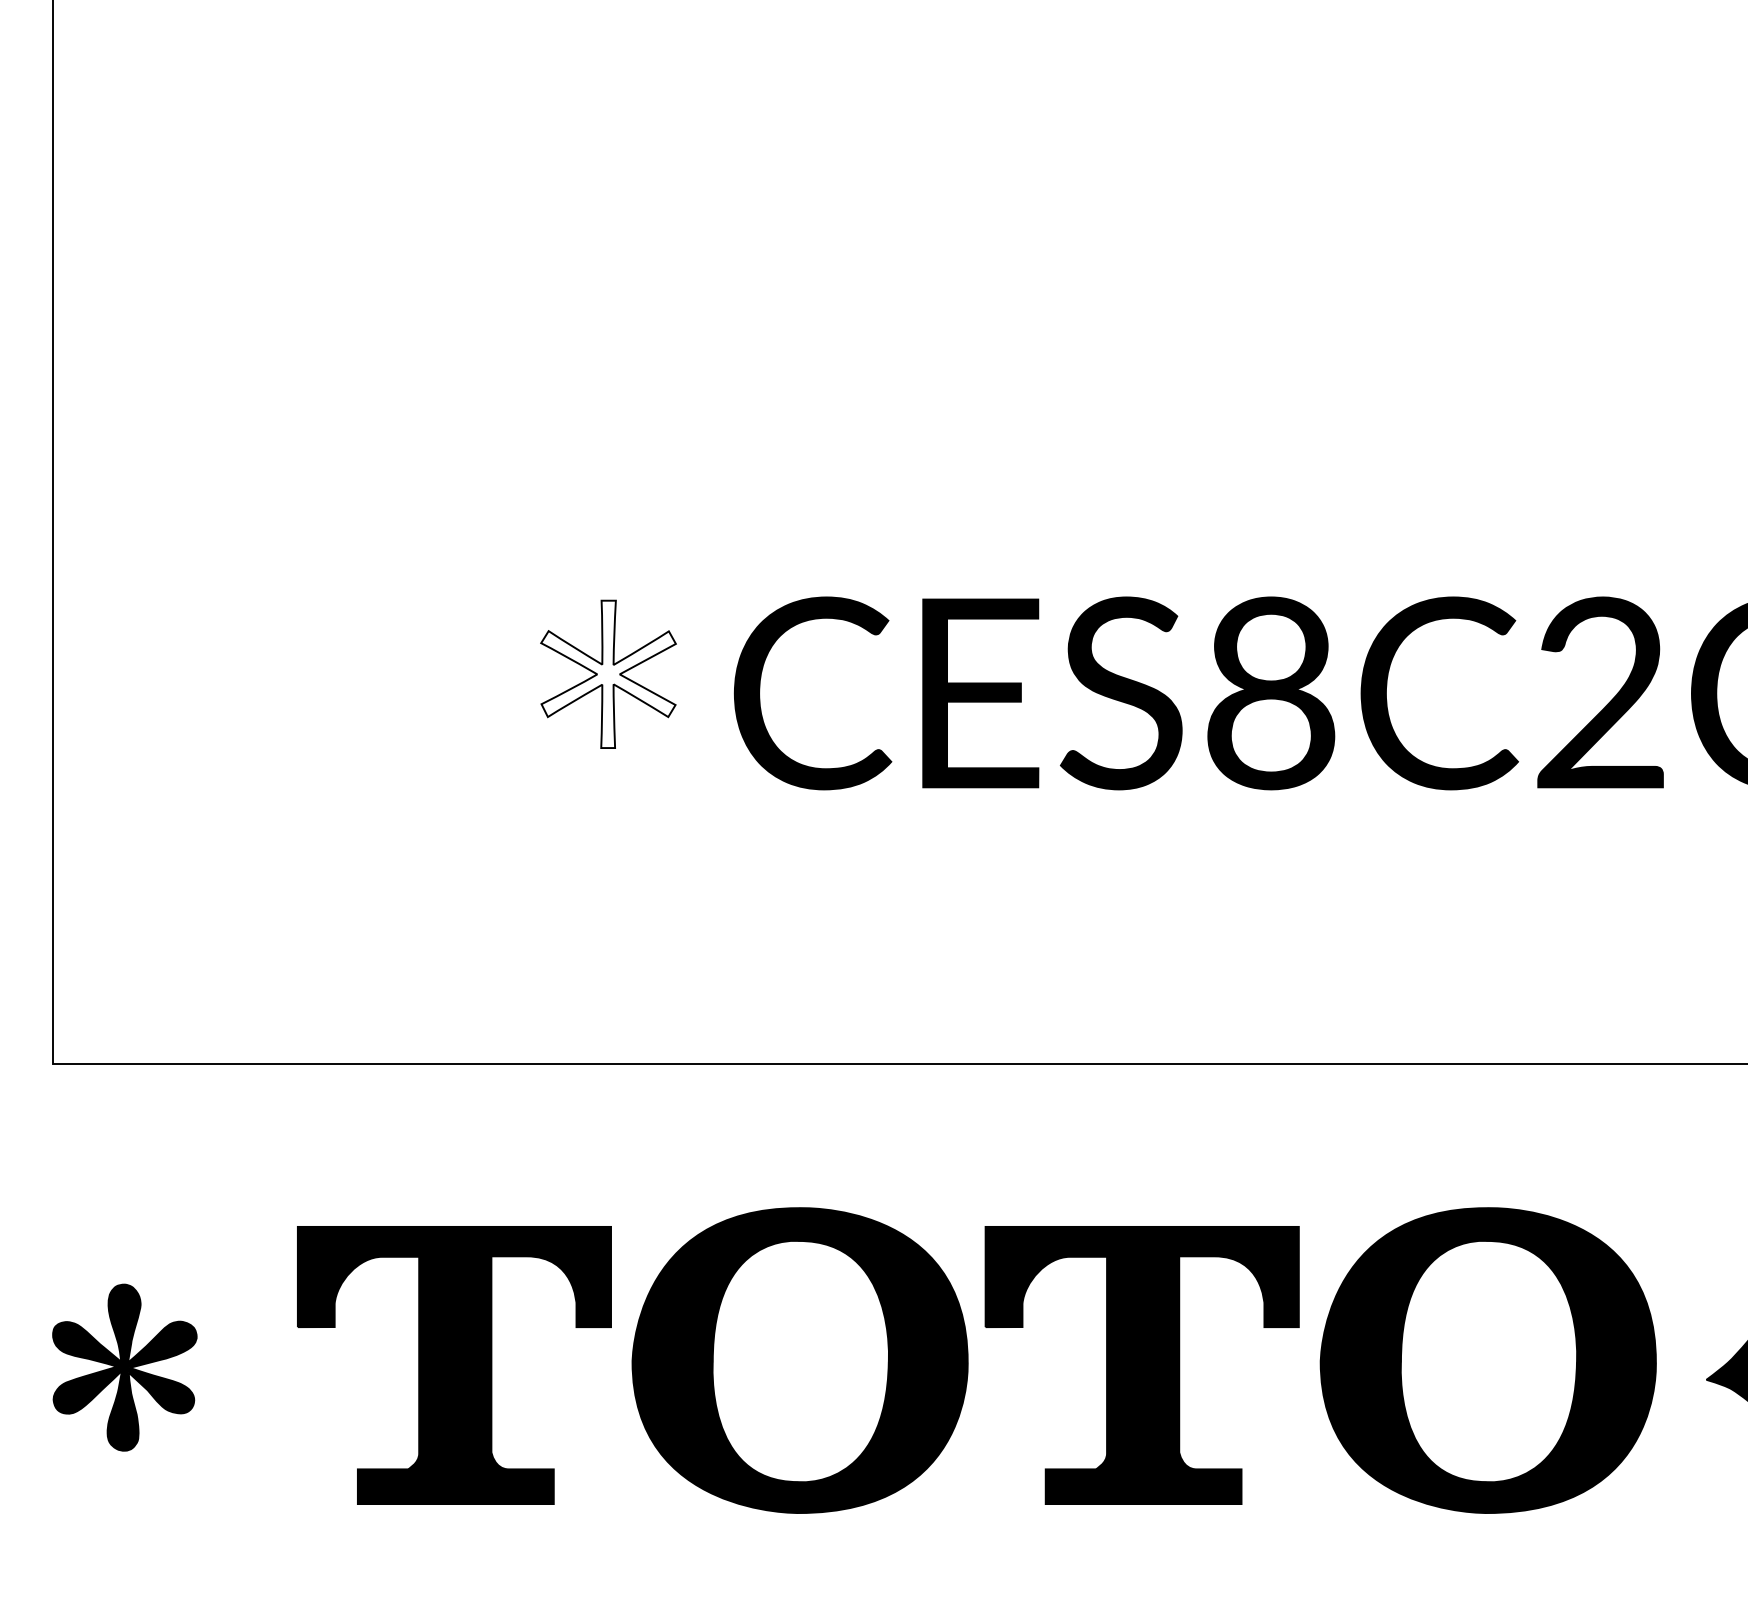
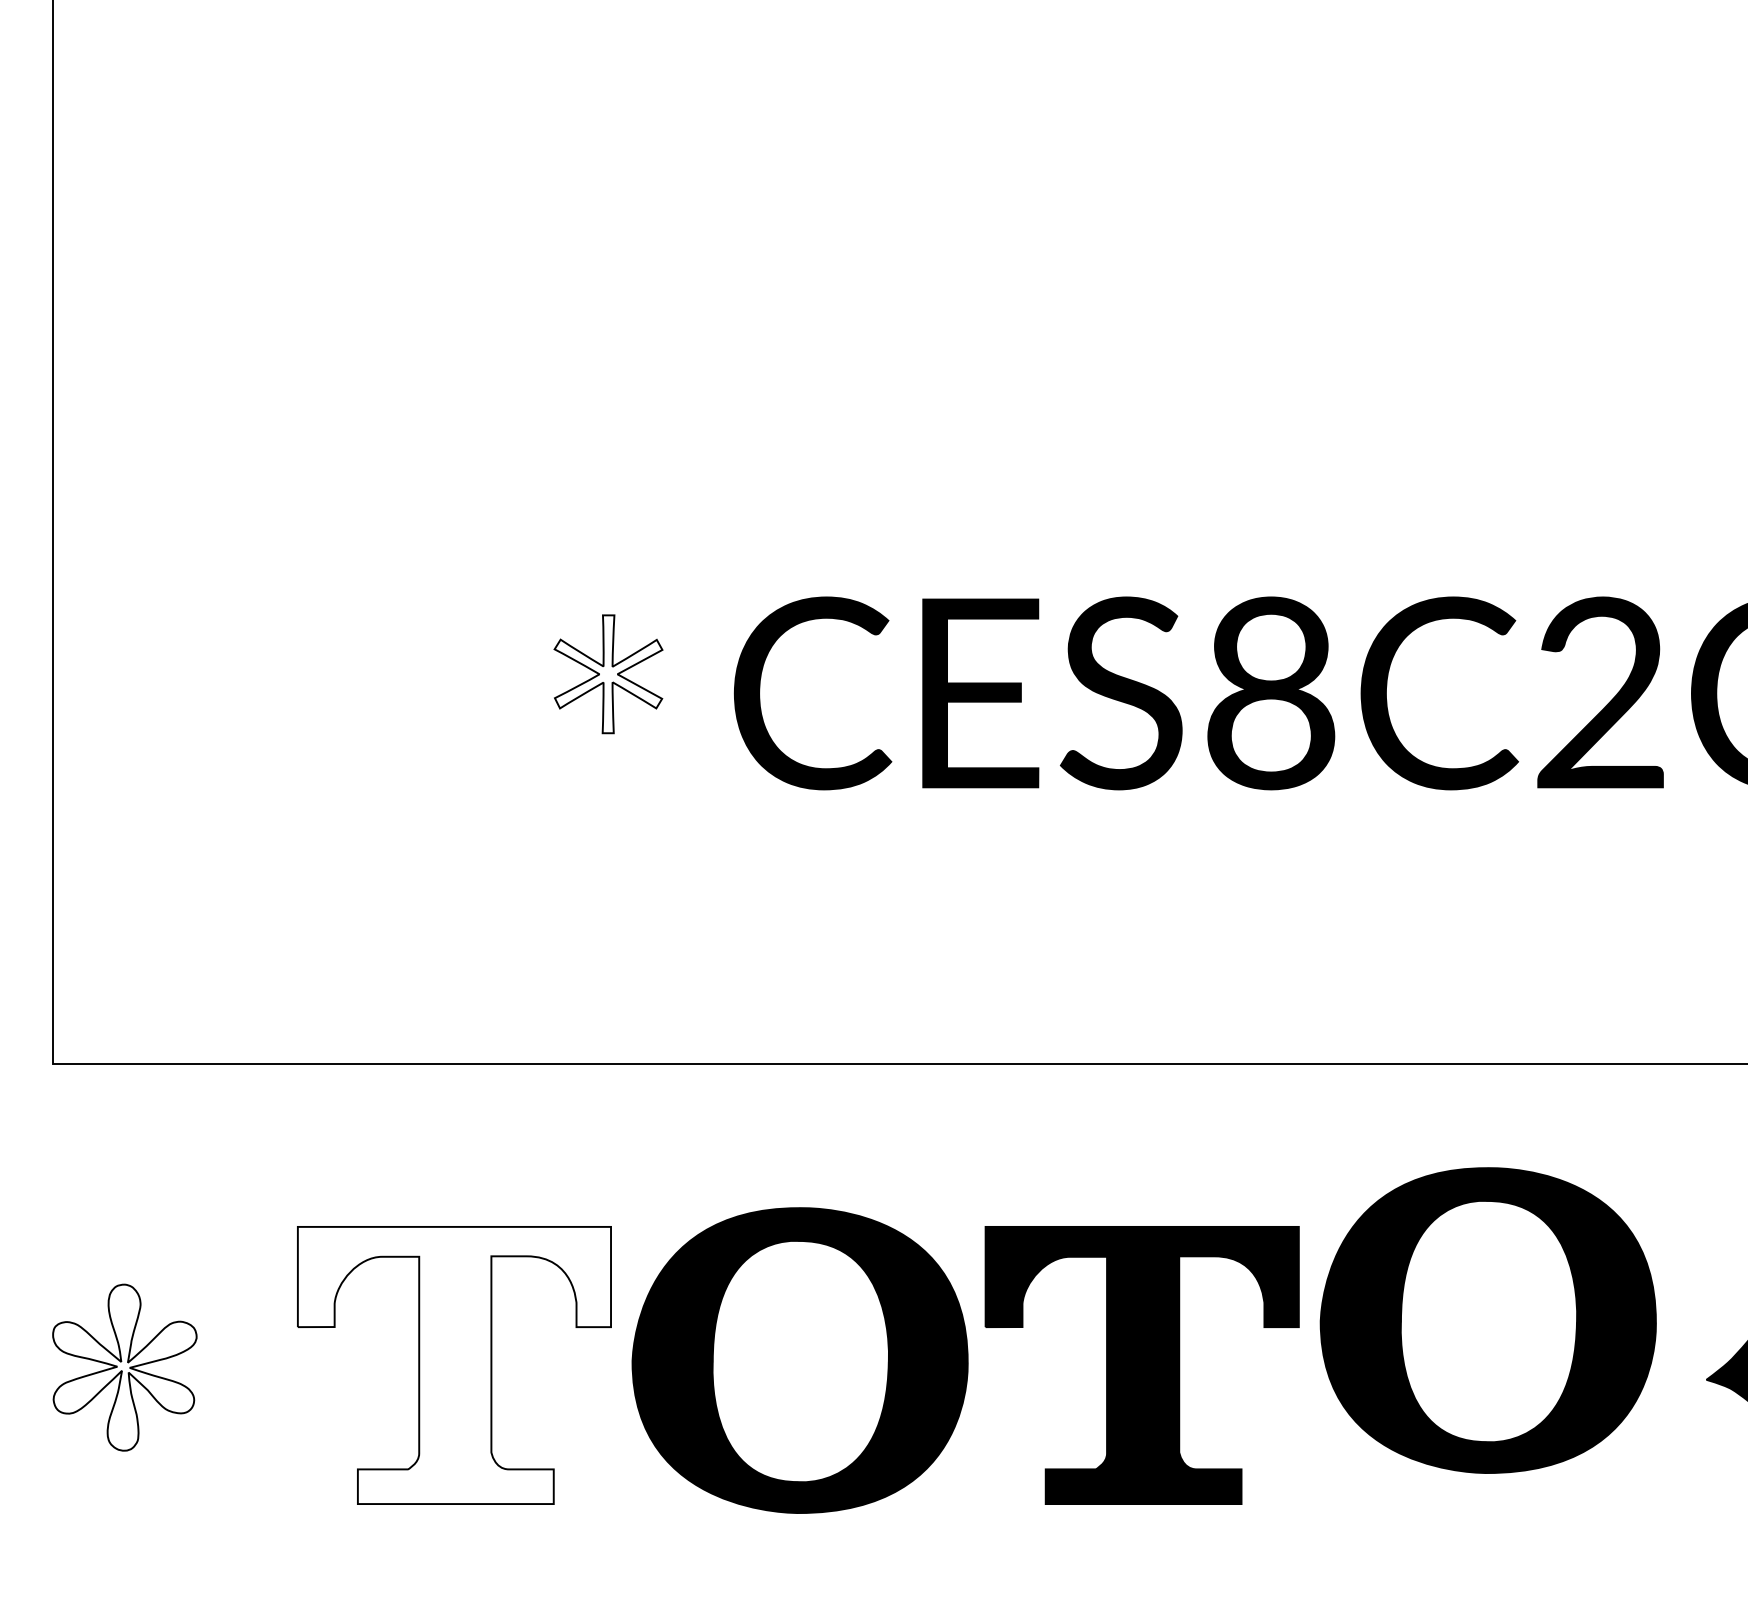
part at (608, 673) size: 137x150 px -> 111x121 px
part at (1487, 1360) position: (1487, 1360) -> (1487, 1320)
fill at (454, 1365): present -> none
fill at (124, 1367): present -> none
